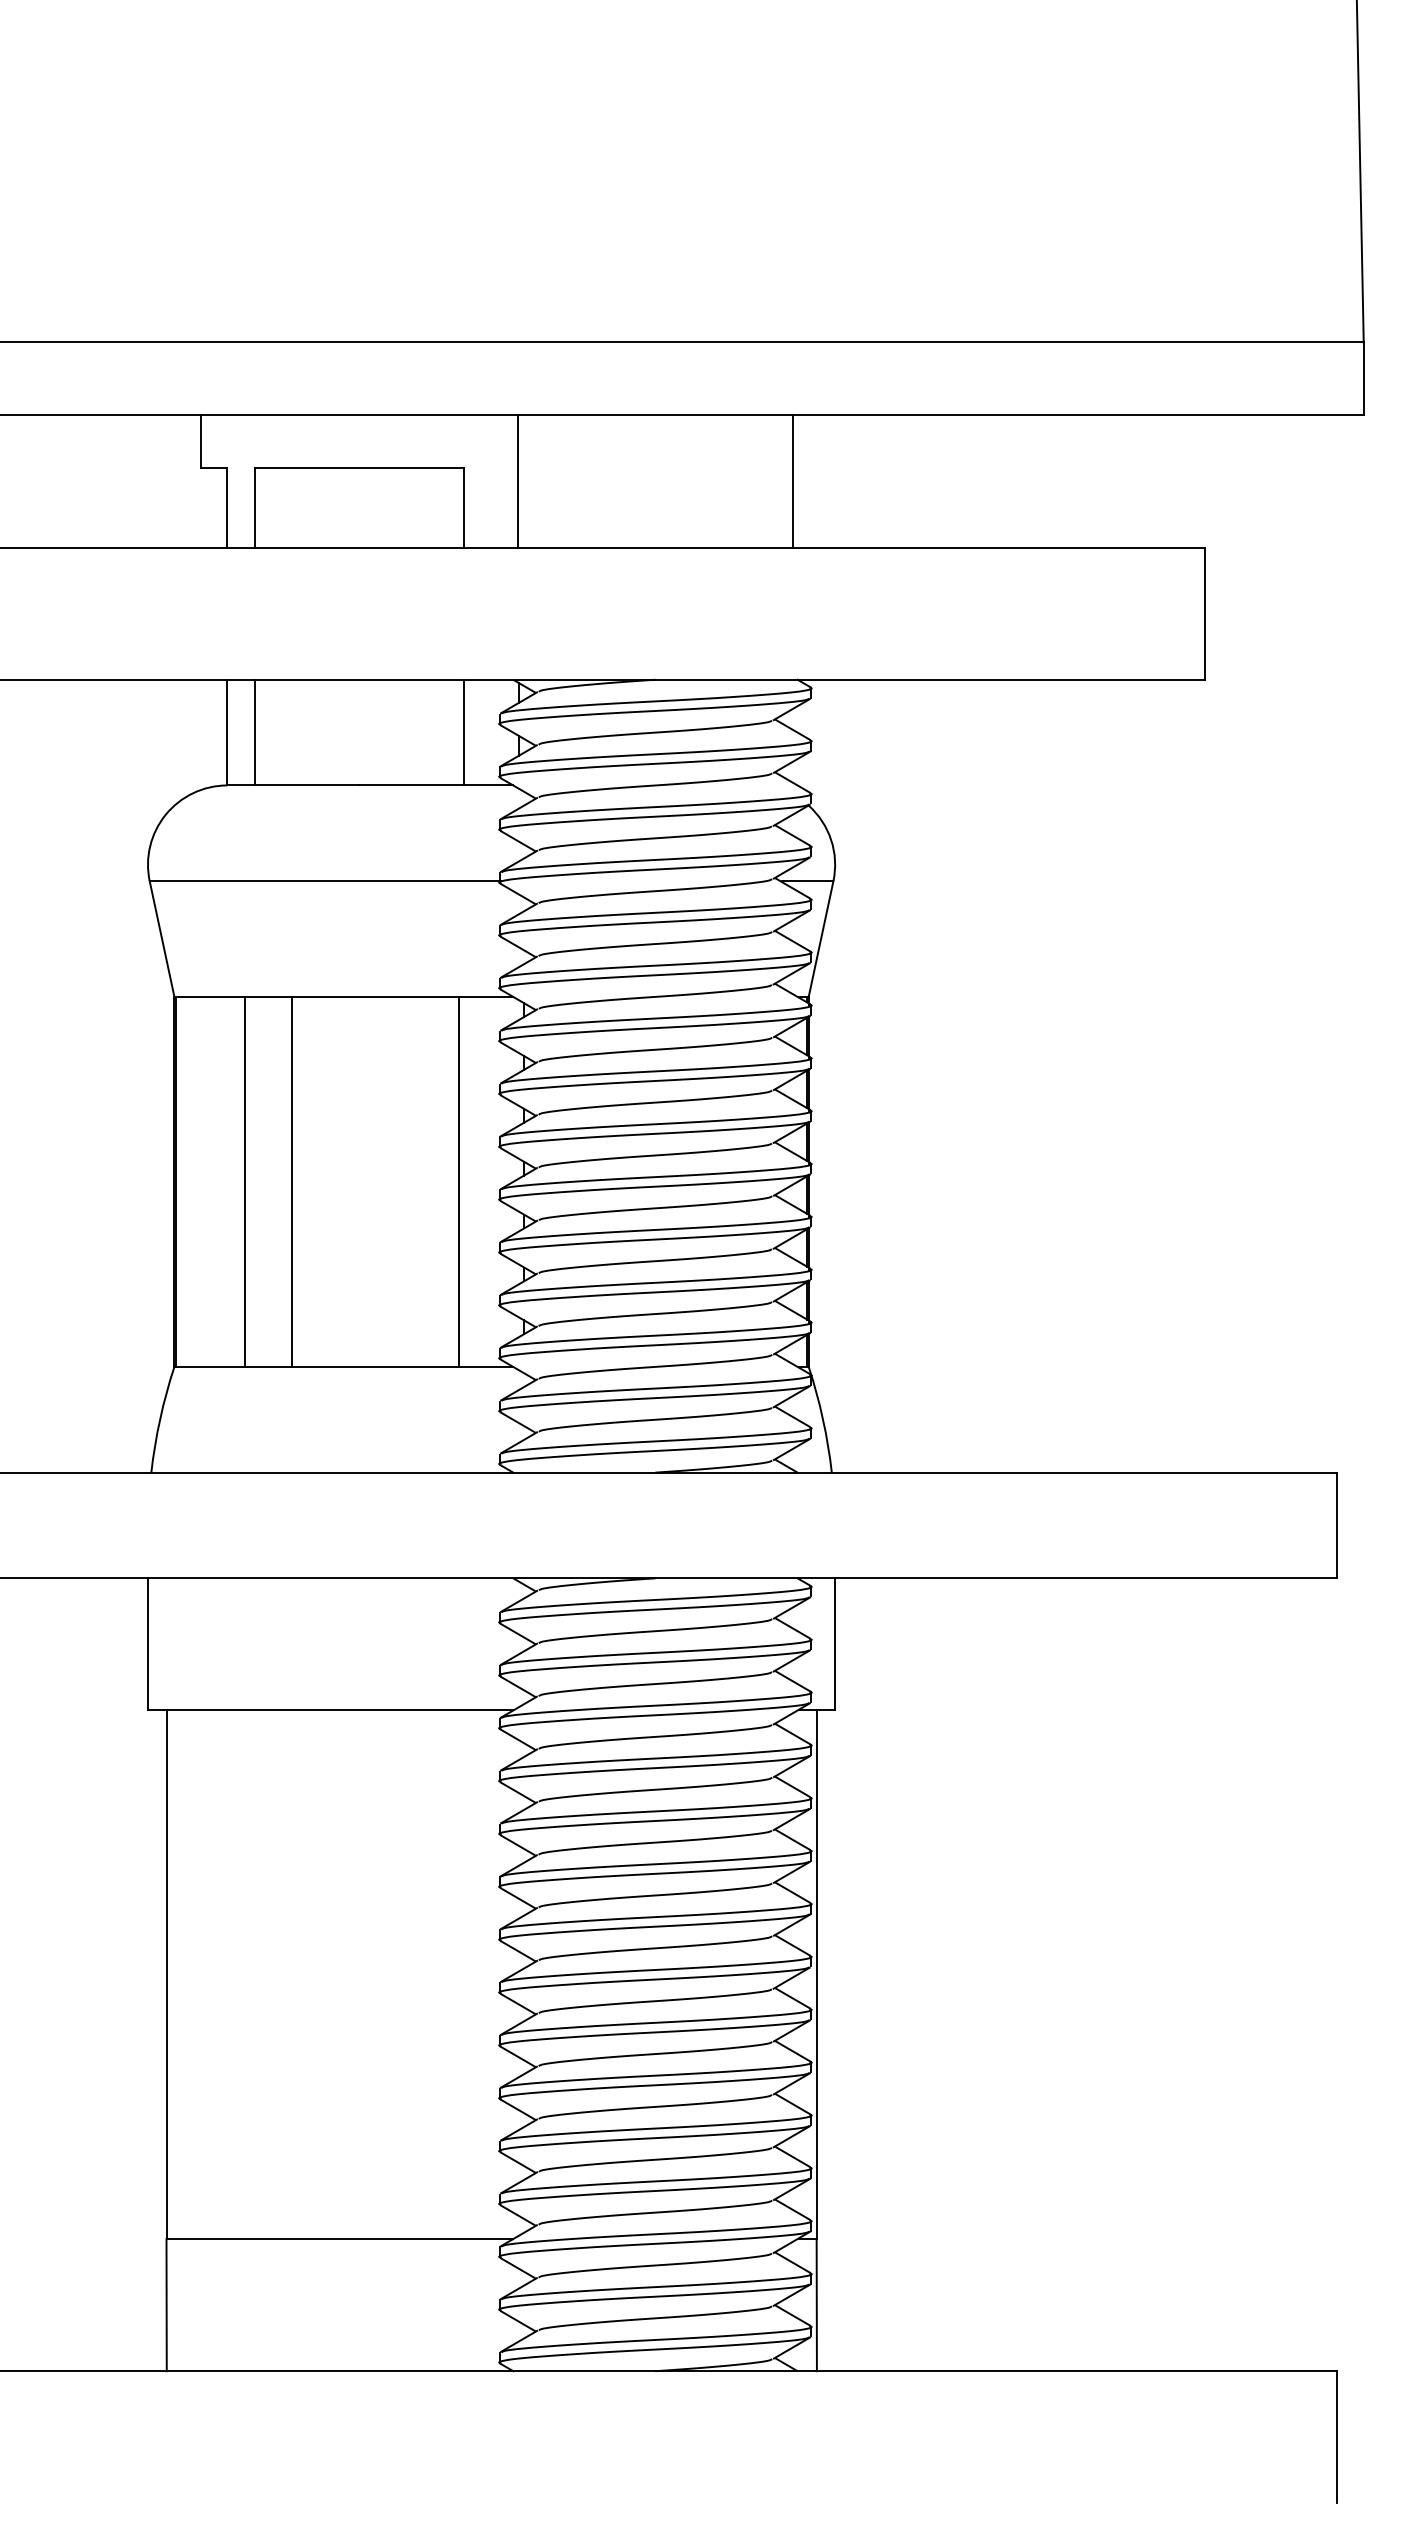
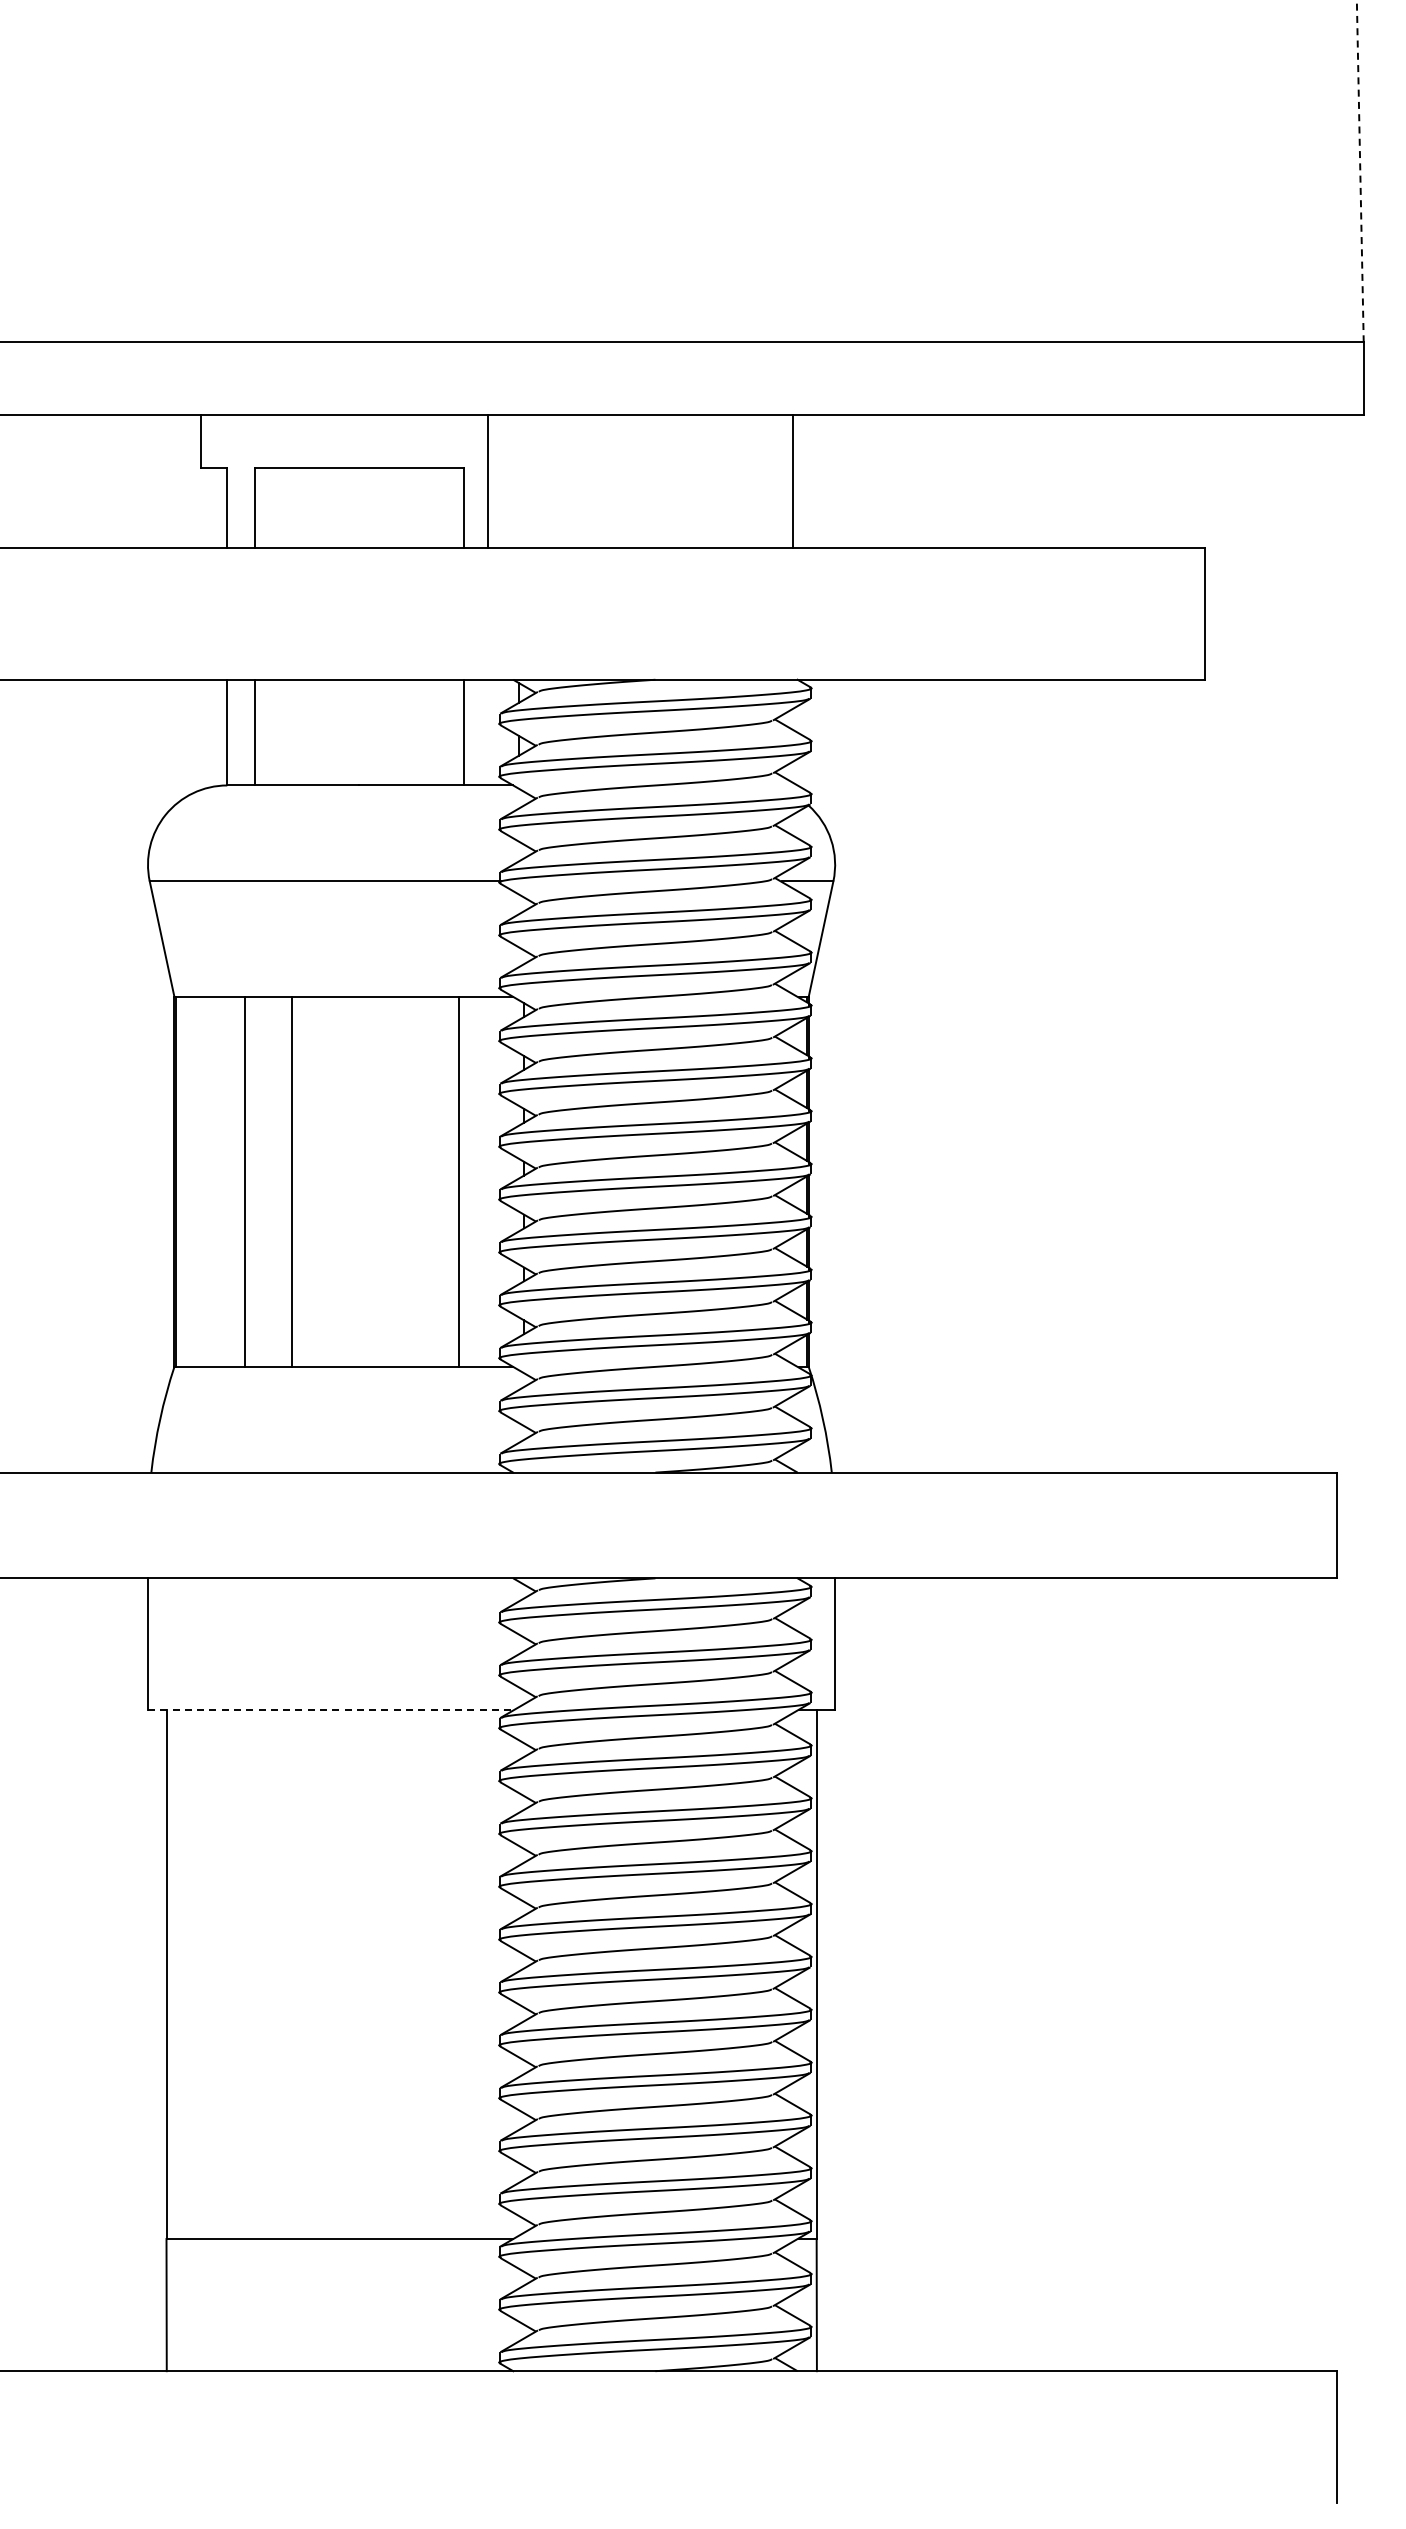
line at (1360, 171): solid -> dashed
line at (518, 481) position: (518, 481) -> (488, 481)
line at (330, 1710): solid -> dashed
